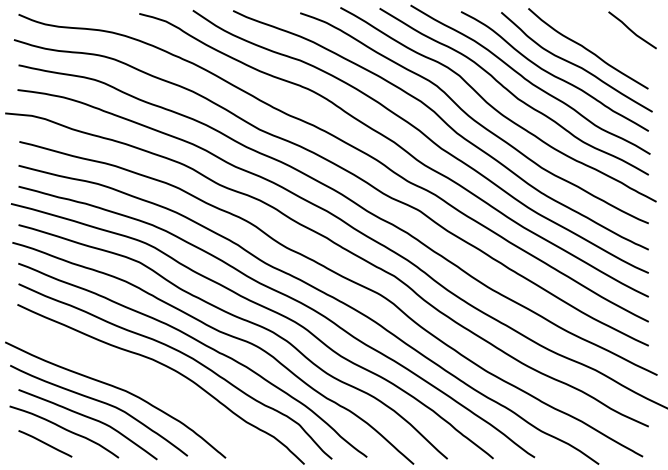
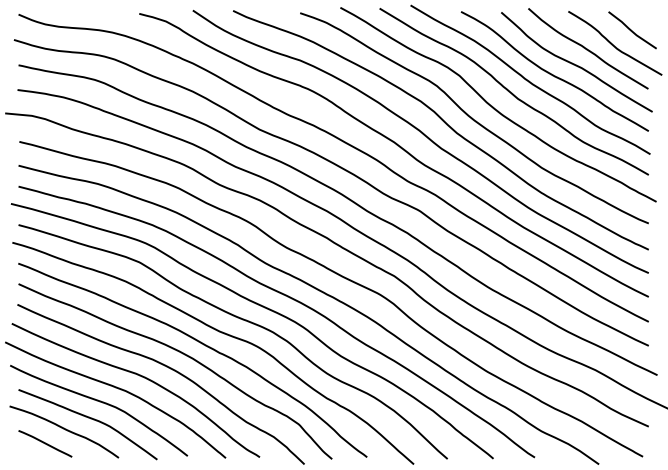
curve at (613, 44): none -> present
curve at (141, 377): none -> present
